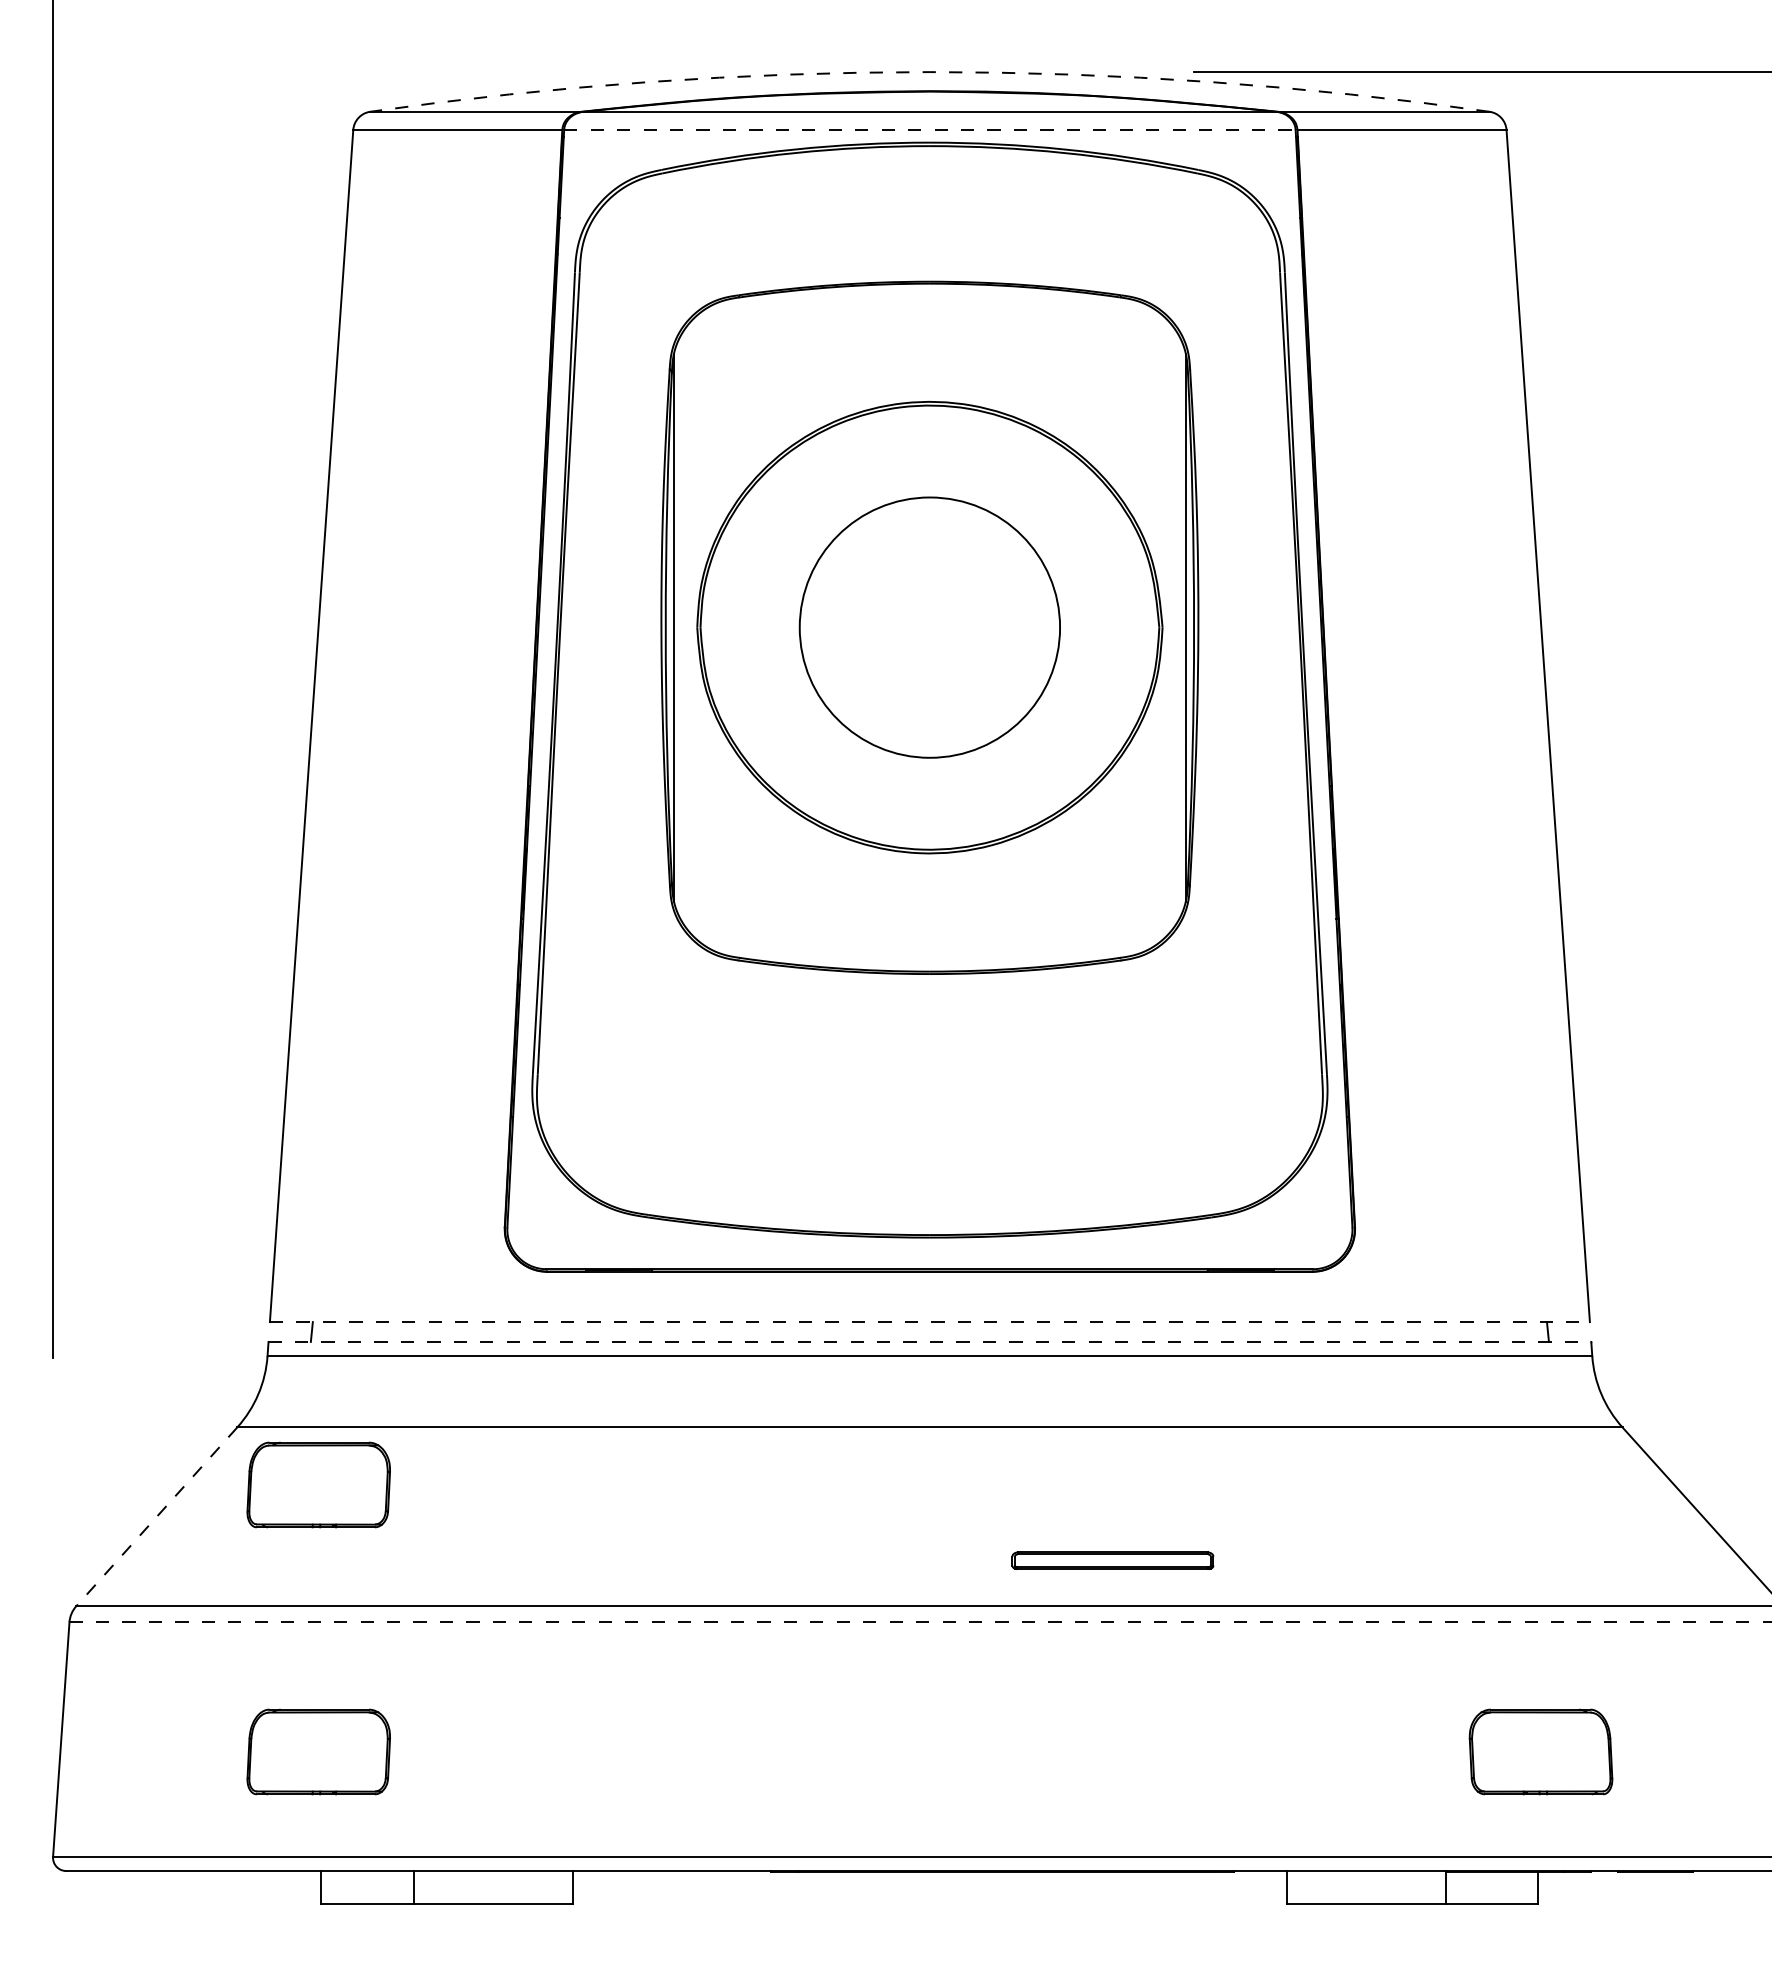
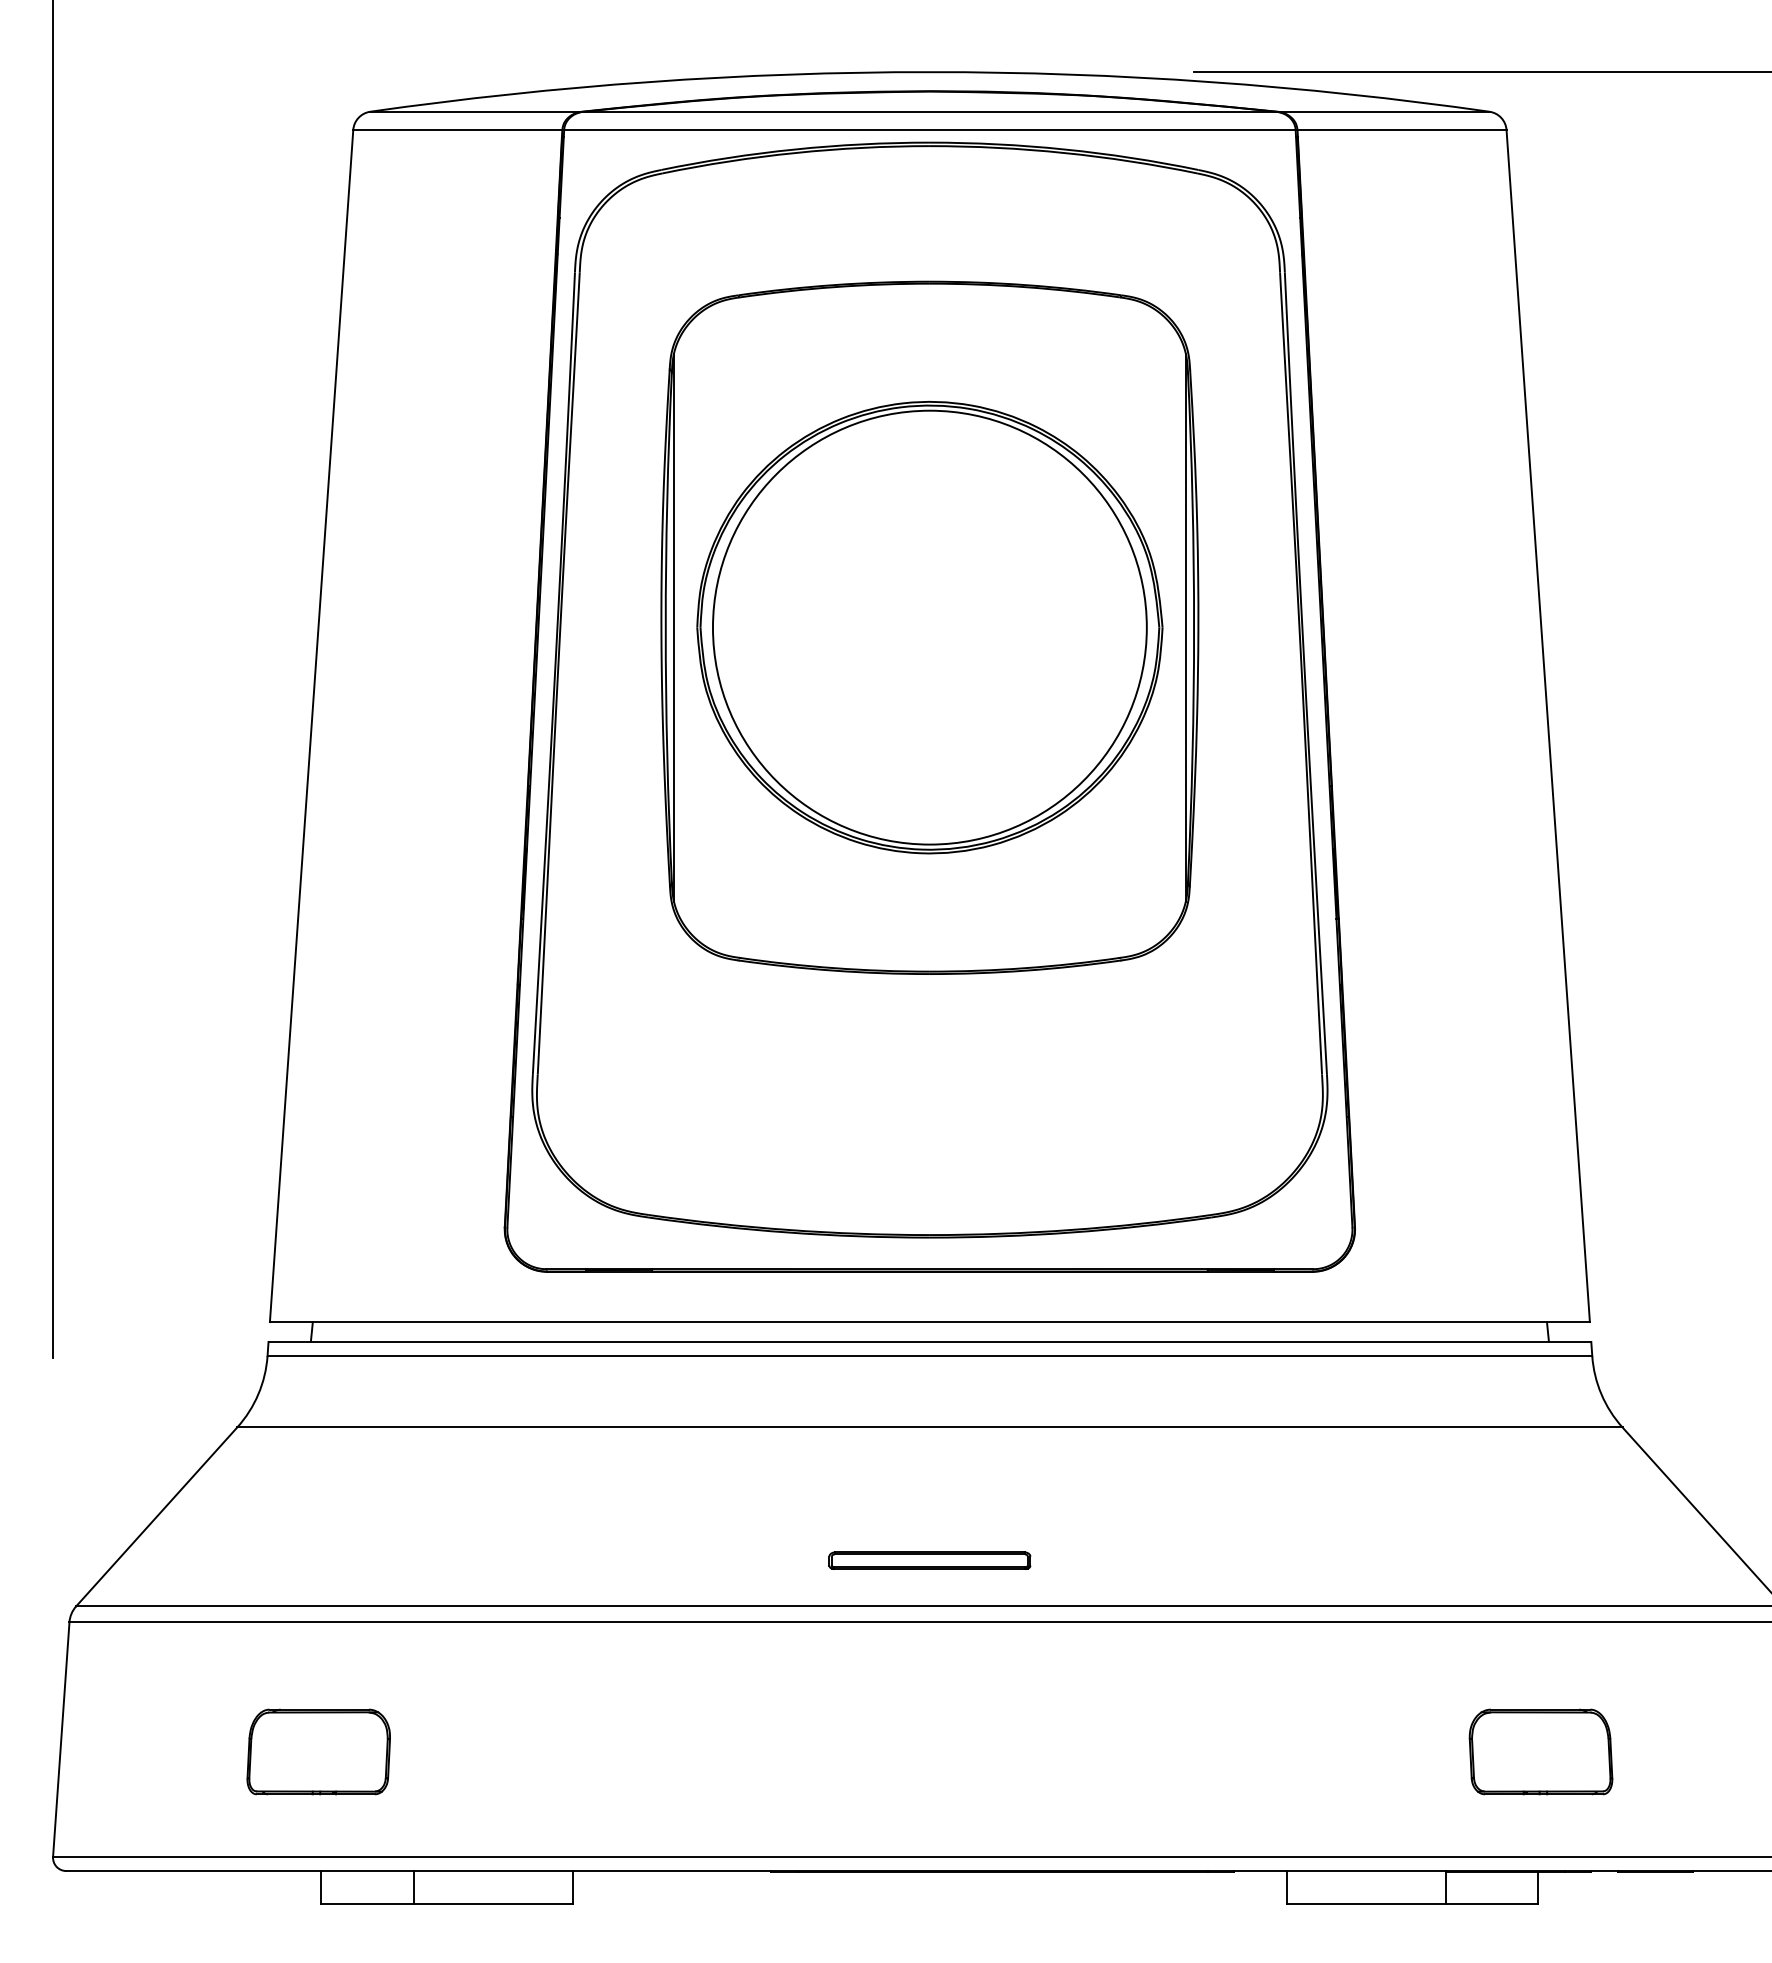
arc at (929, 72): dashed -> solid
line at (929, 130): dashed -> solid
circle at (929, 627) diameter: 260 px -> 434 px
line at (929, 1322): dashed -> solid
line at (930, 1341): dashed -> solid
part at (318, 1484): present -> none
line at (156, 1517): dashed -> solid
part at (1112, 1560) position: (1112, 1560) -> (929, 1560)
line at (920, 1622): dashed -> solid
